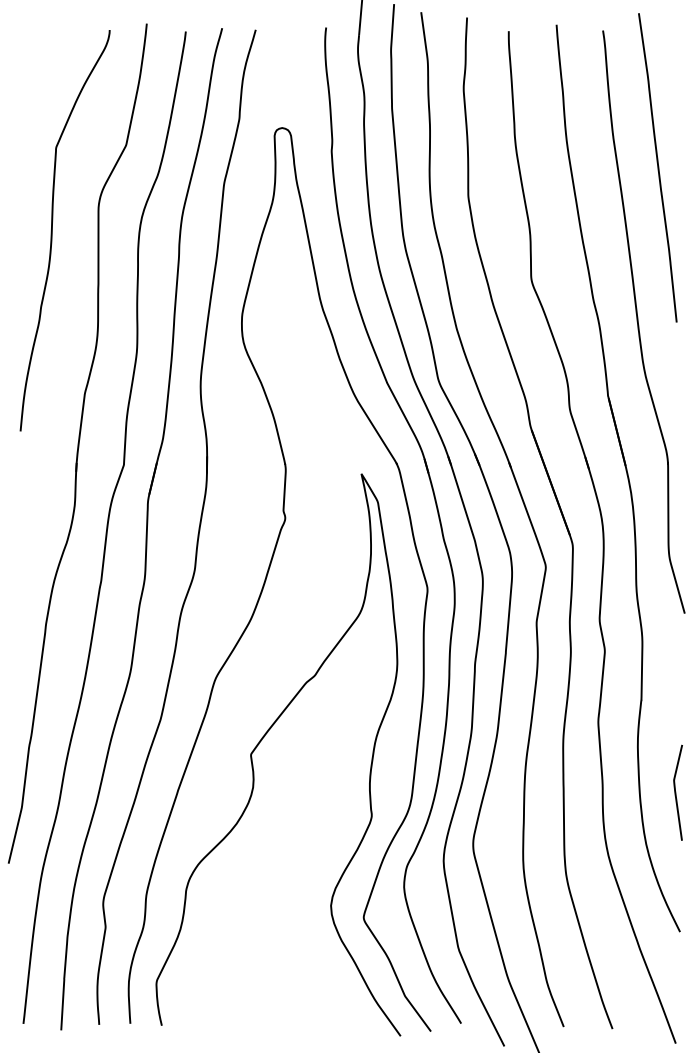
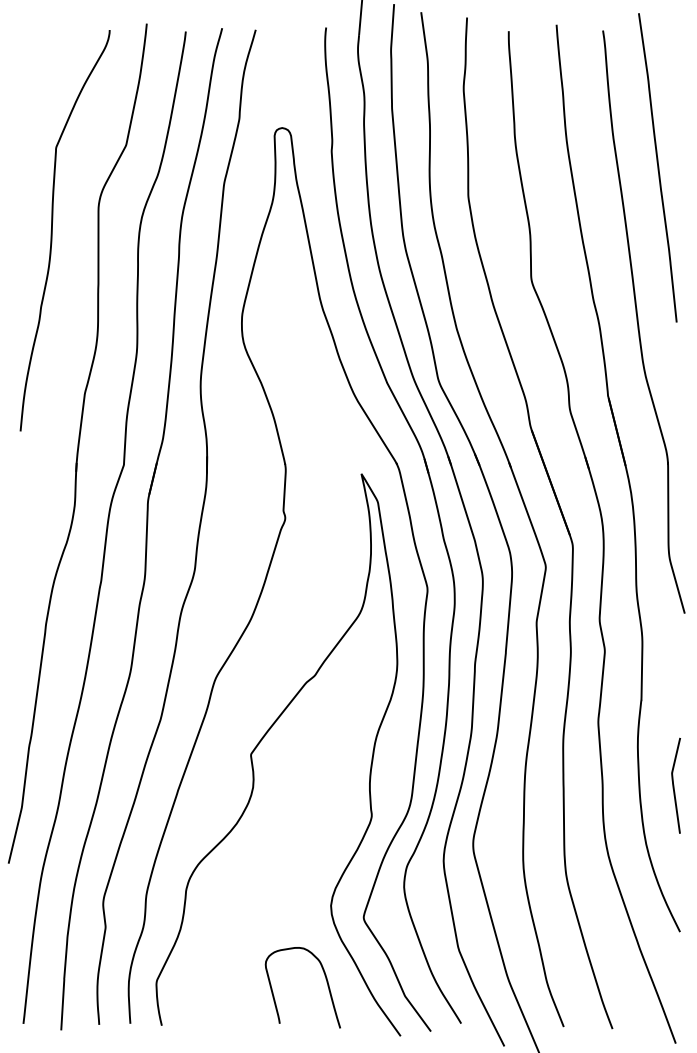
curve at (676, 792) position: (676, 792) -> (674, 785)
curve at (325, 979): none -> present
